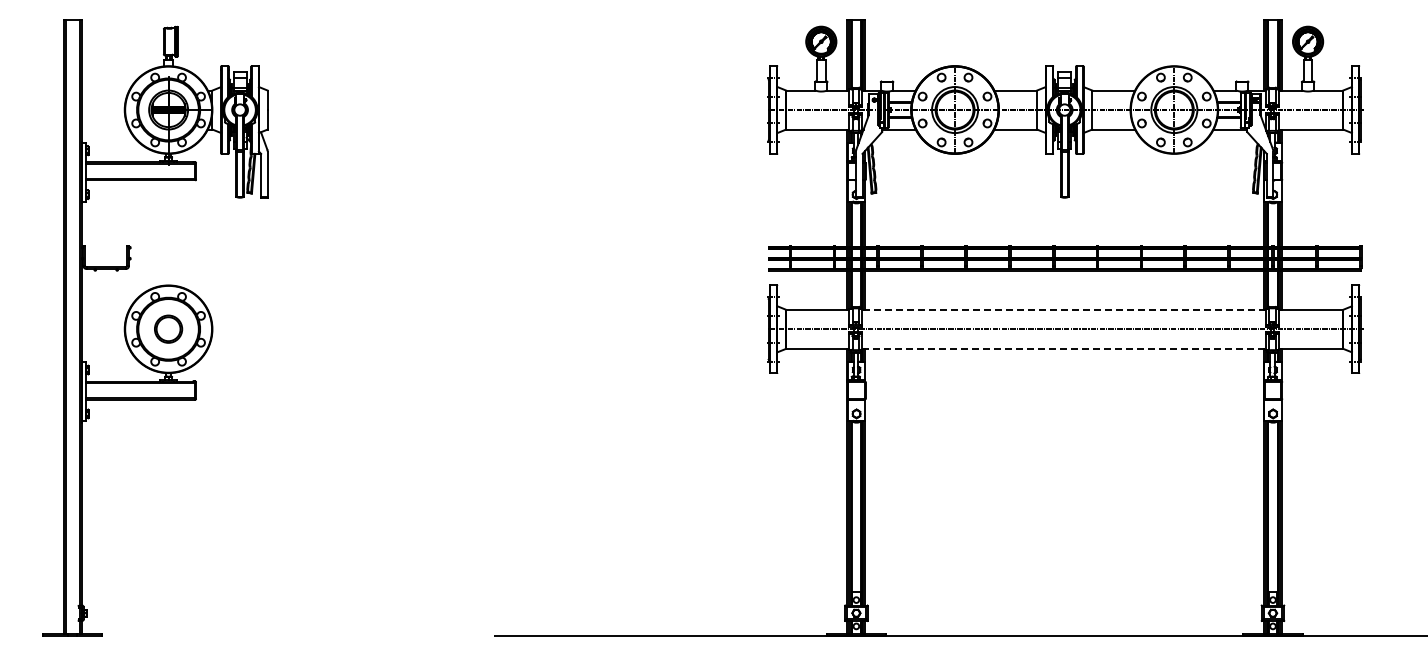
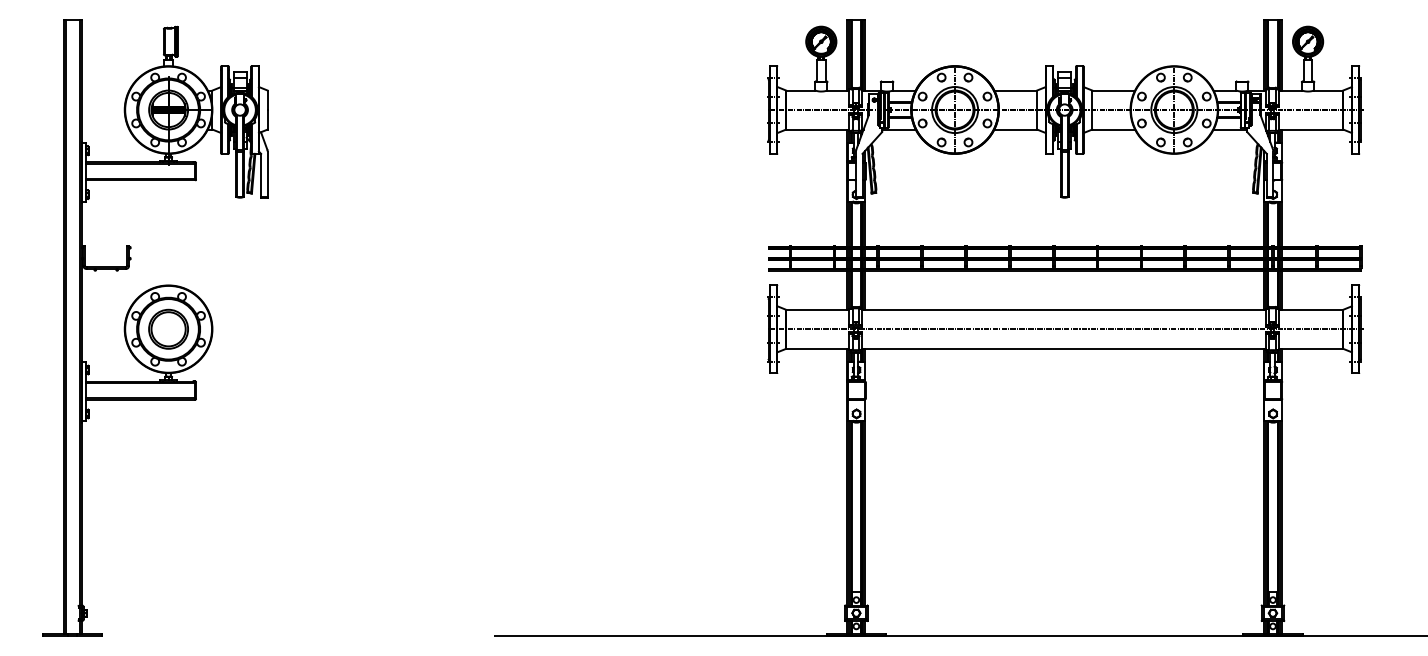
line at (1064, 309): dashed -> solid
part at (168, 328) size: 30x30 px -> 41x42 px
line at (1064, 348): dashed -> solid
